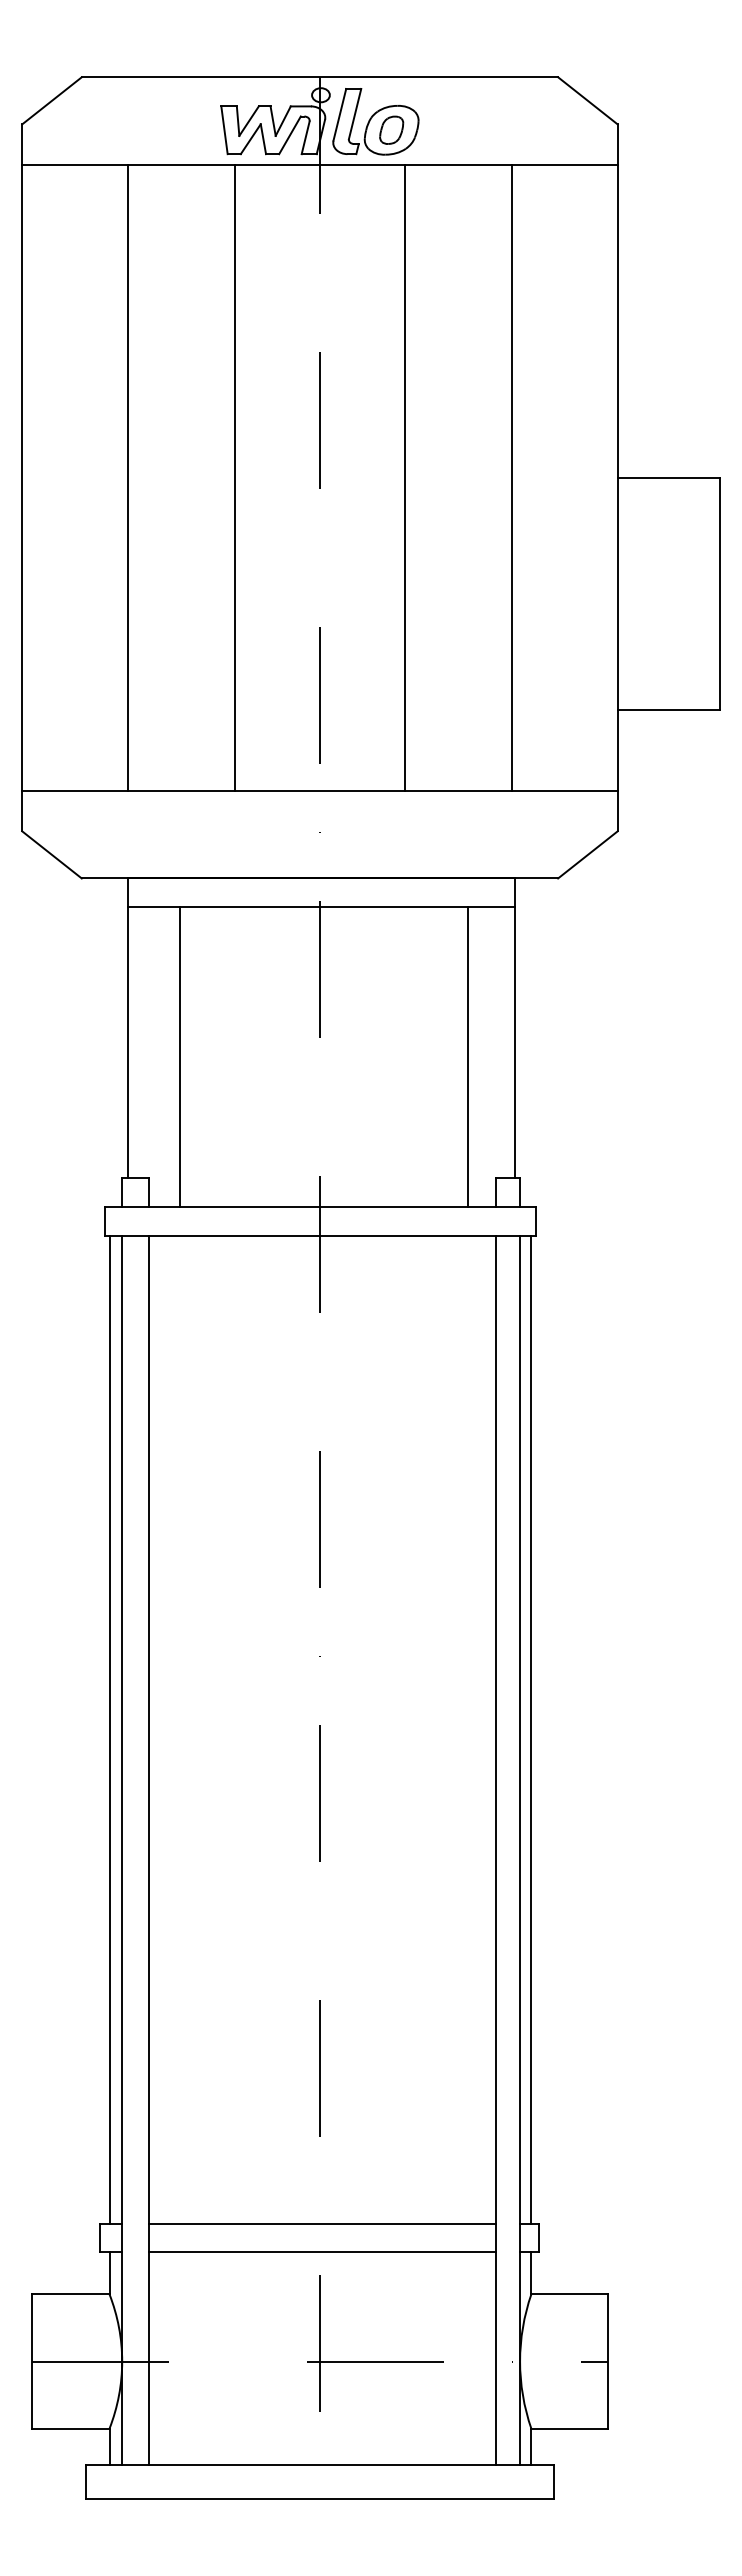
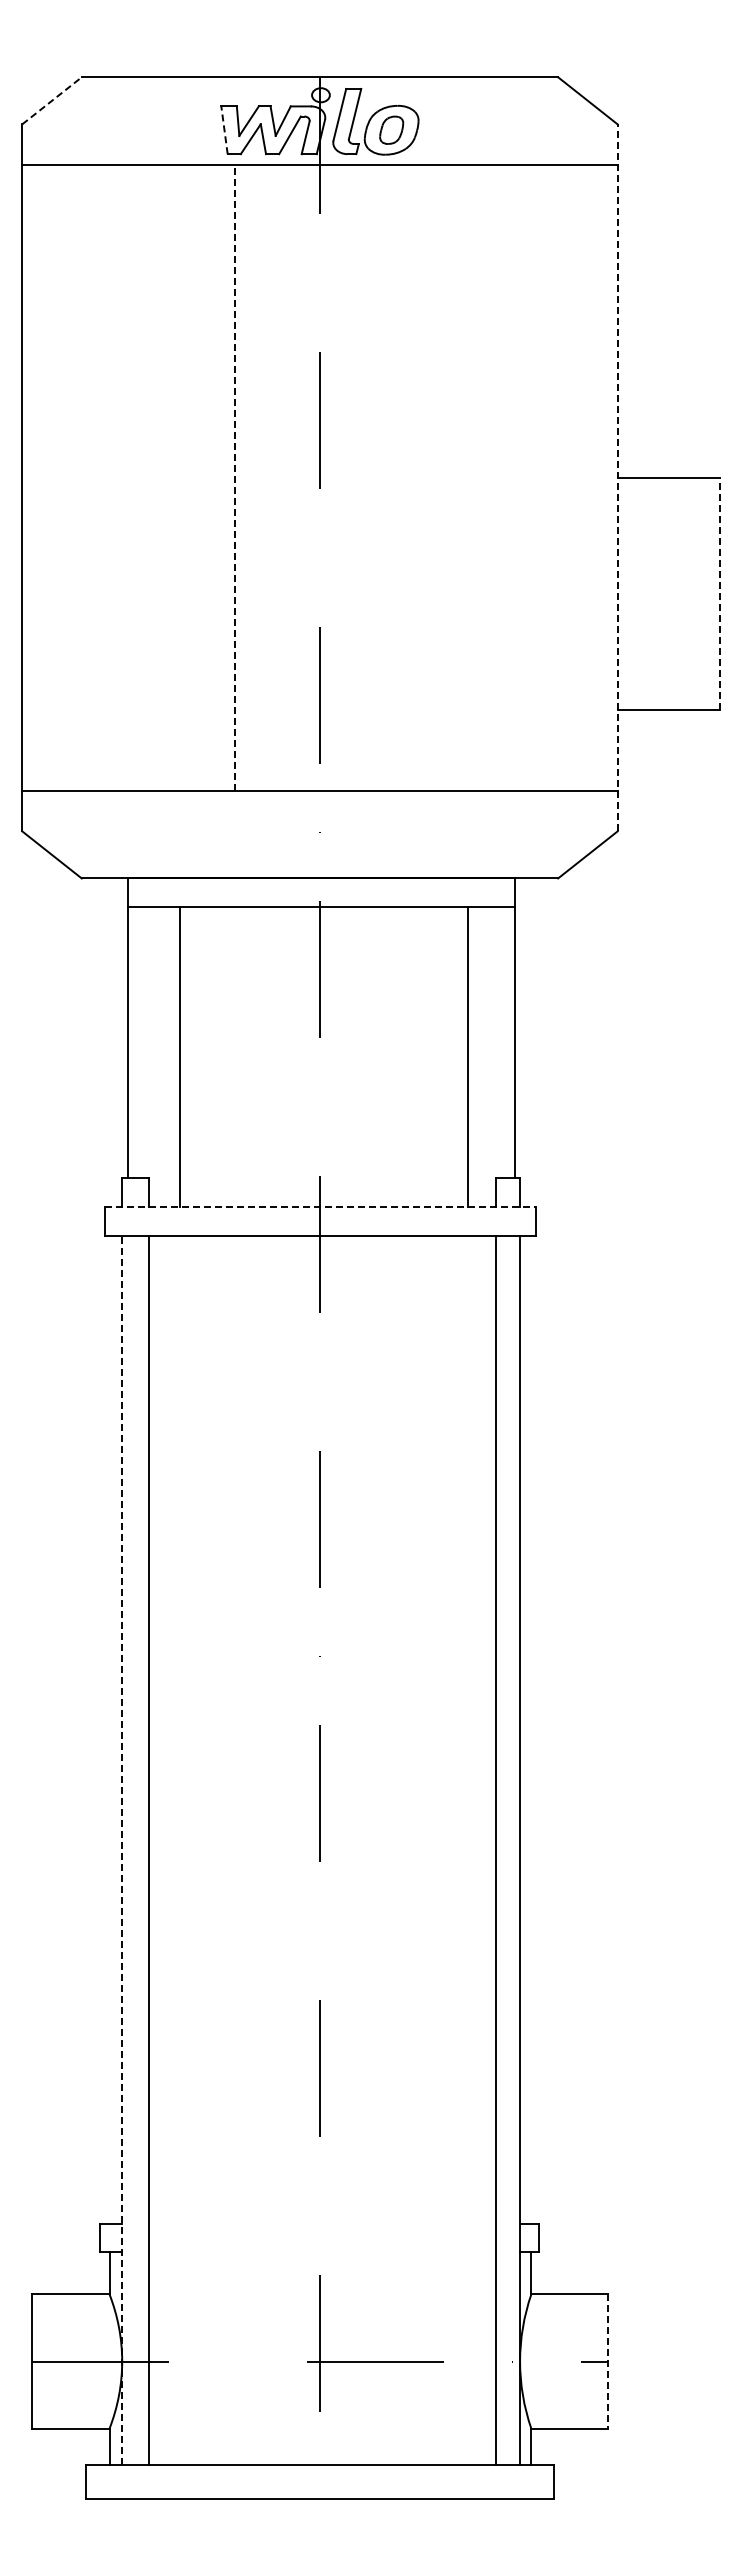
line at (52, 100): solid -> dashed
line at (224, 129): solid -> dashed
line at (127, 477): present -> none
line at (235, 477): solid -> dashed
line at (404, 477): present -> none
line at (512, 477): present -> none
line at (617, 477): solid -> dashed
line at (719, 593): solid -> dashed
line at (320, 1206): solid -> dashed
line at (109, 1729): present -> none
line at (531, 1729): present -> none
line at (122, 1850): solid -> dashed
line at (322, 2224): present -> none
line at (322, 2251): present -> none
line at (608, 2362): solid -> dashed
